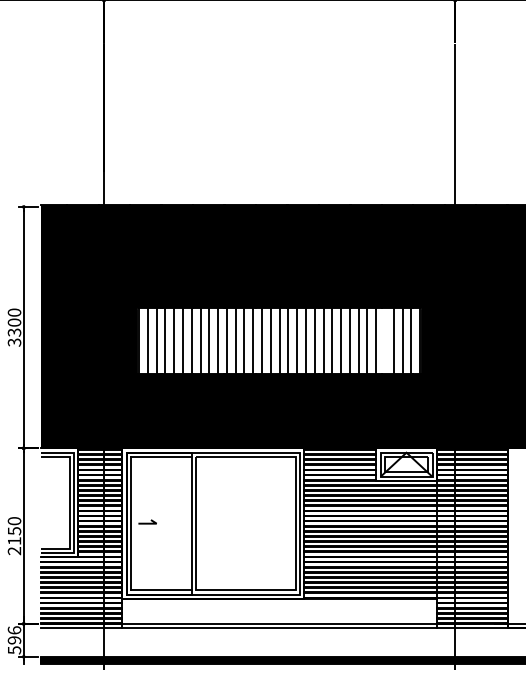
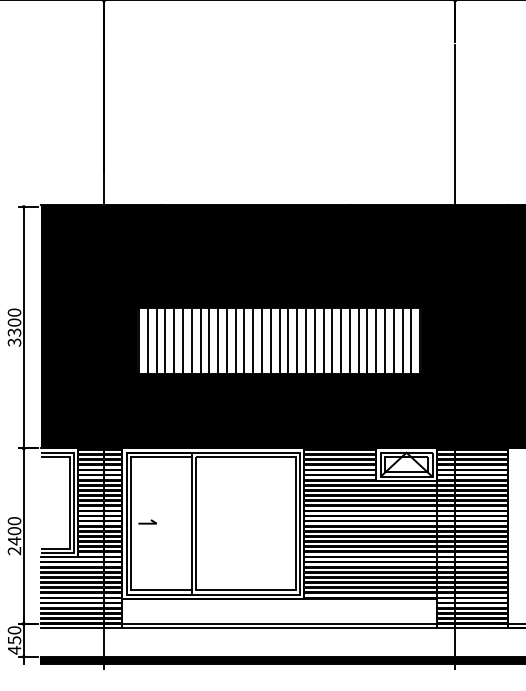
line at (384, 340): none -> present
text at (14, 536): 2150 -> 2400
text at (14, 640): 596 -> 450
